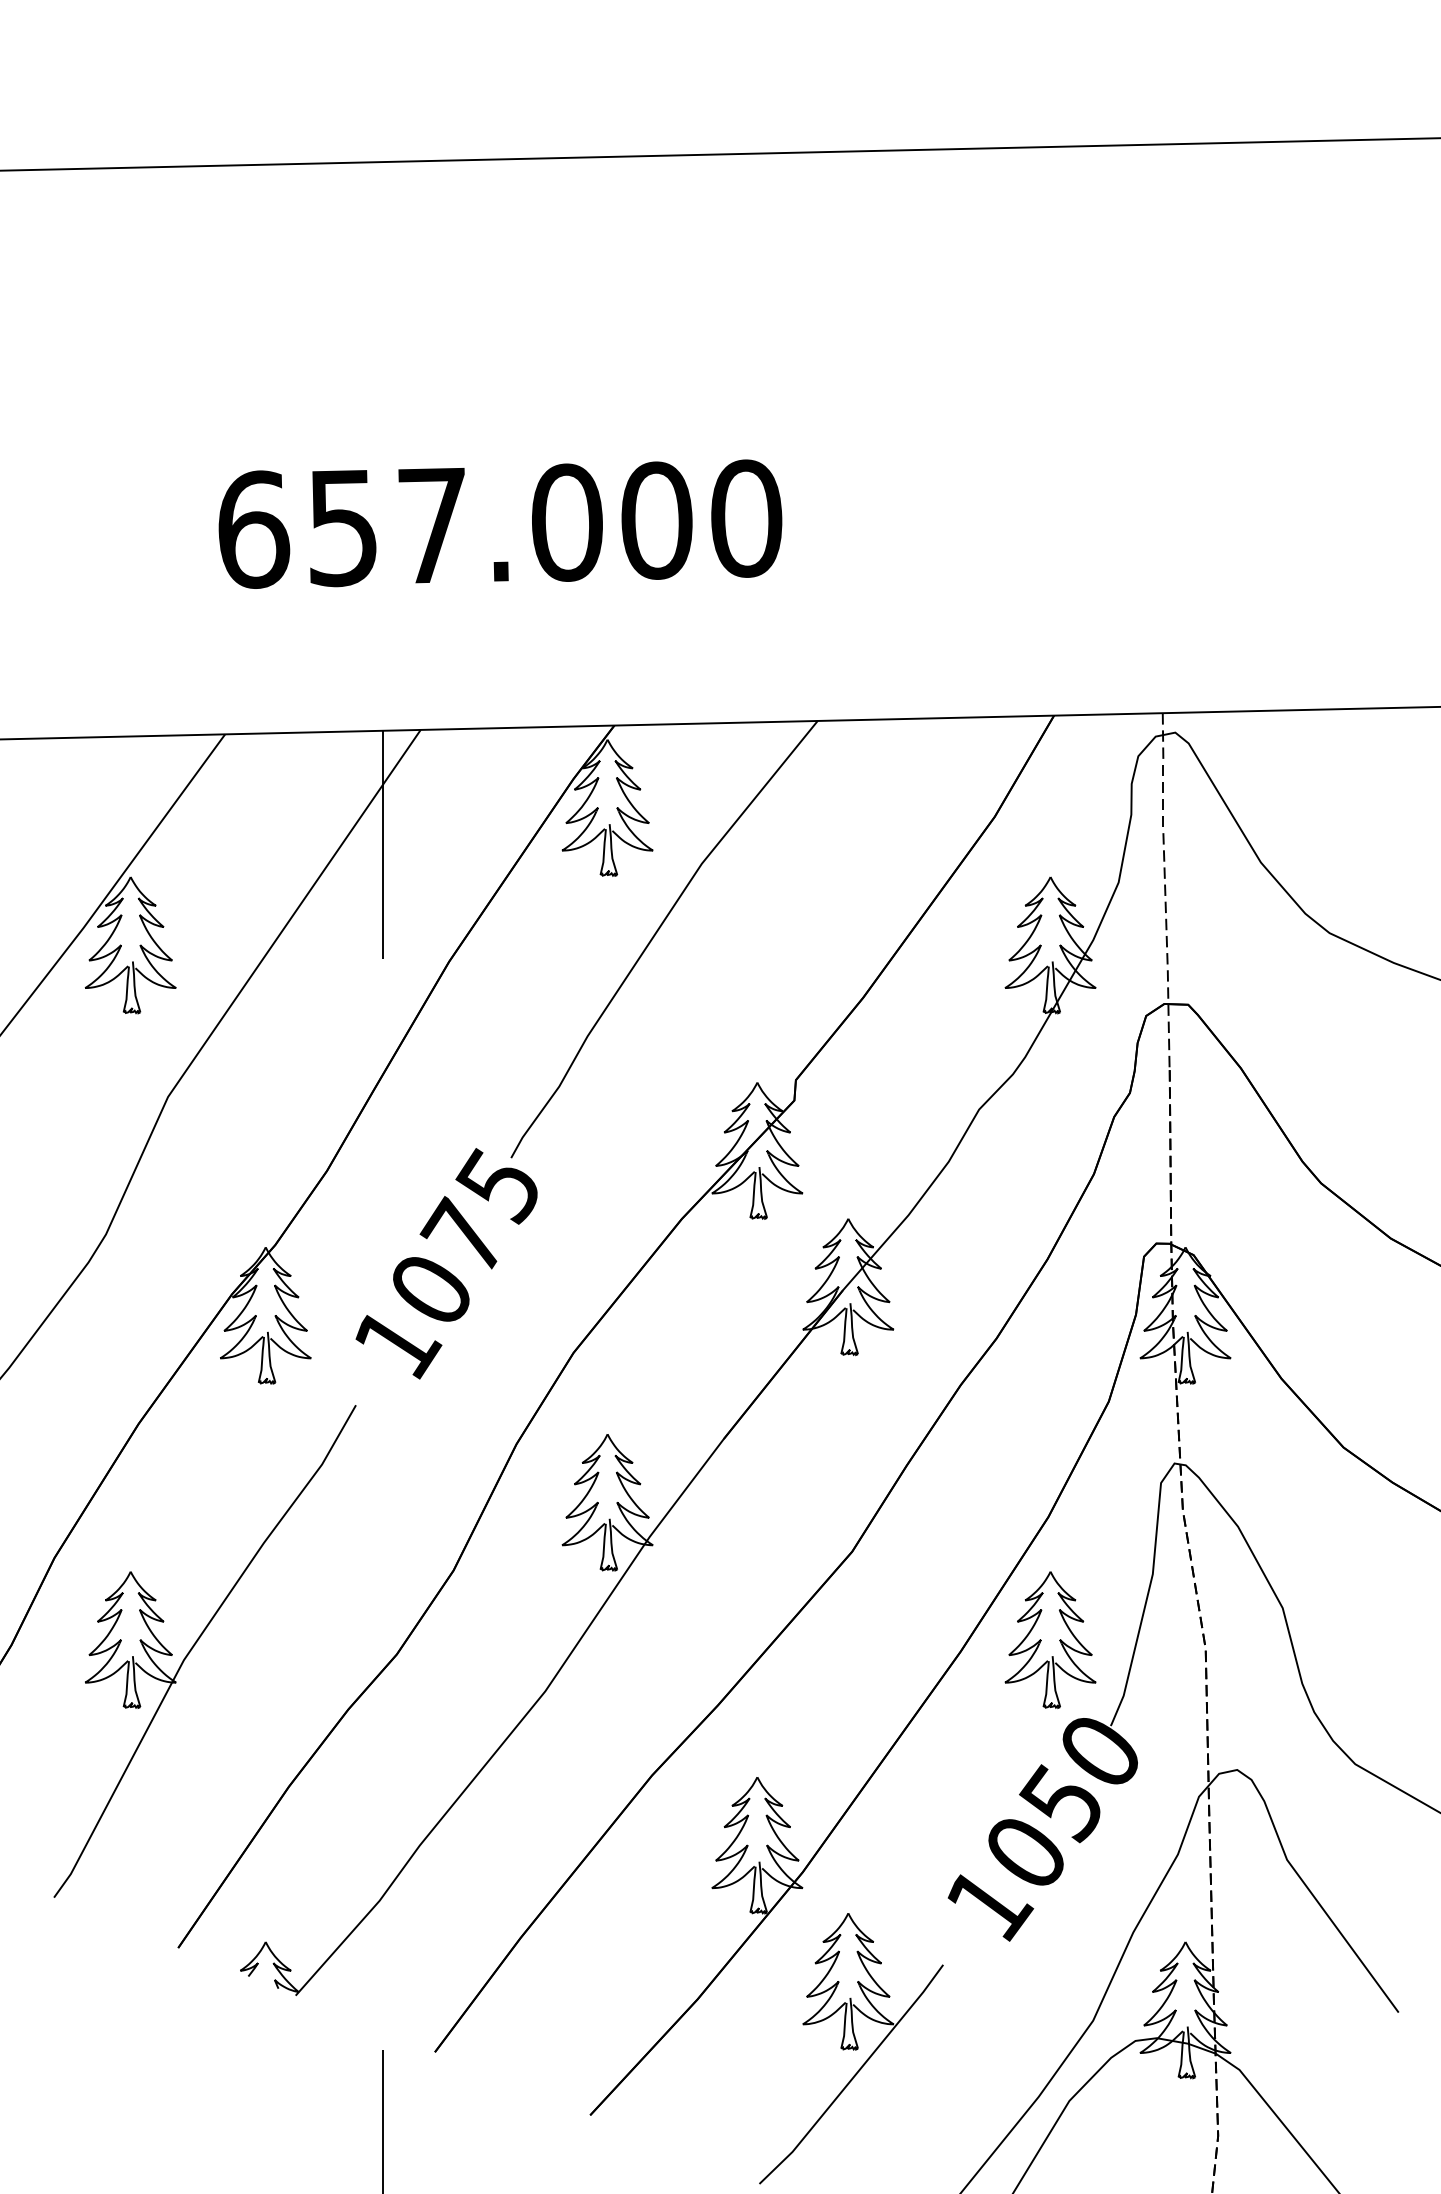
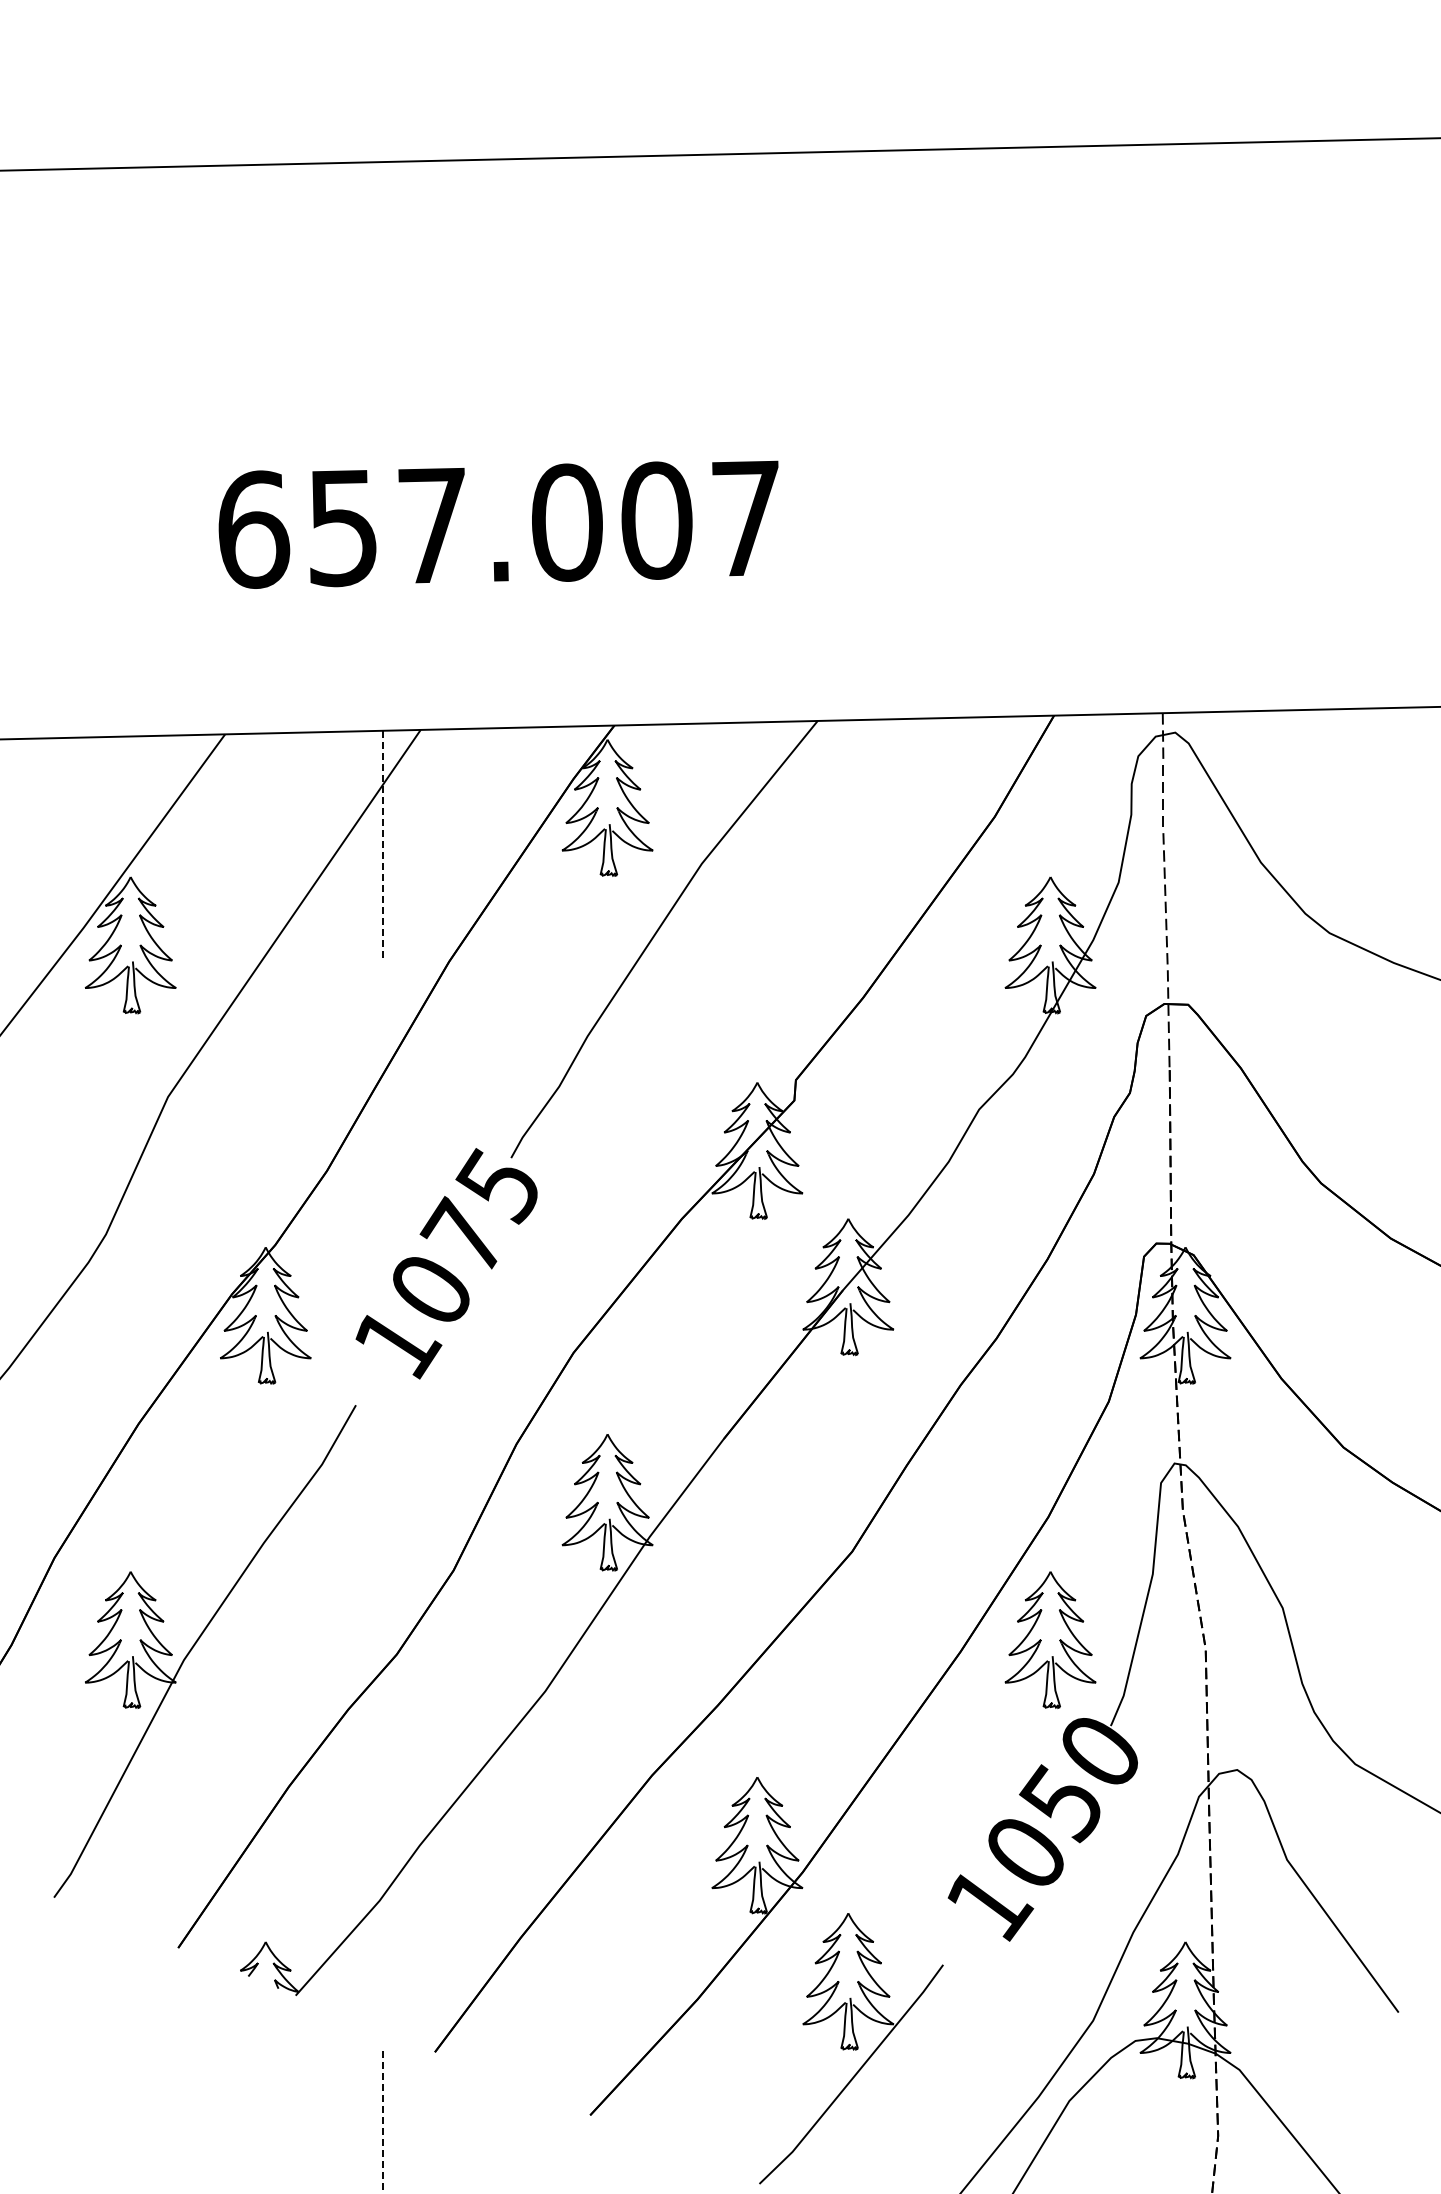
text at (746, 518): 657.000 -> 657.007
line at (382, 845): solid -> dashed
line at (382, 2121): solid -> dashed
